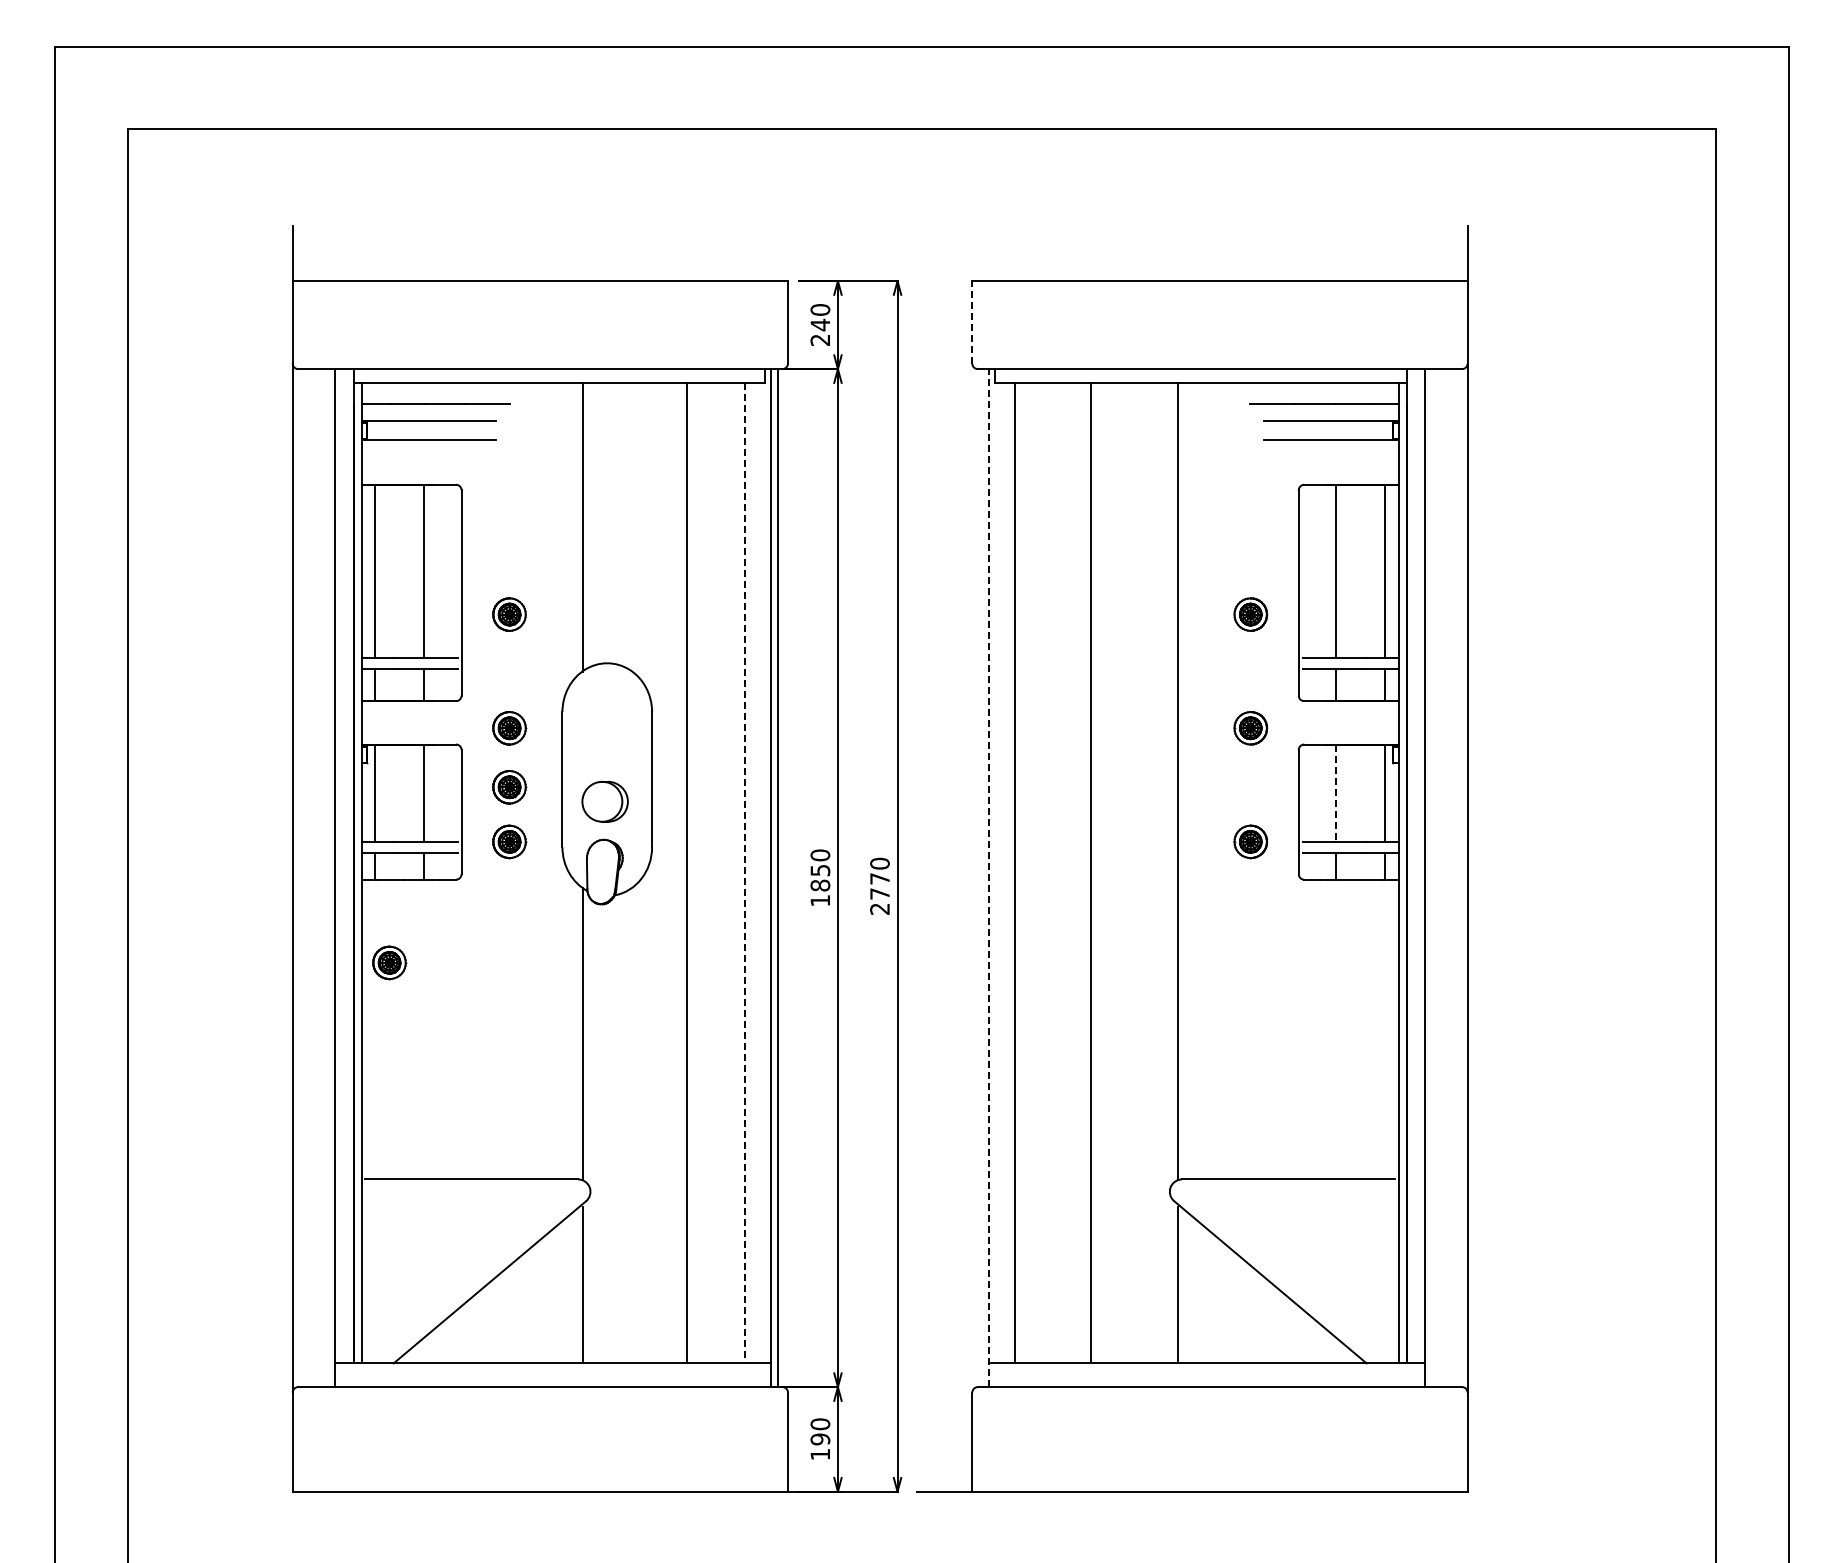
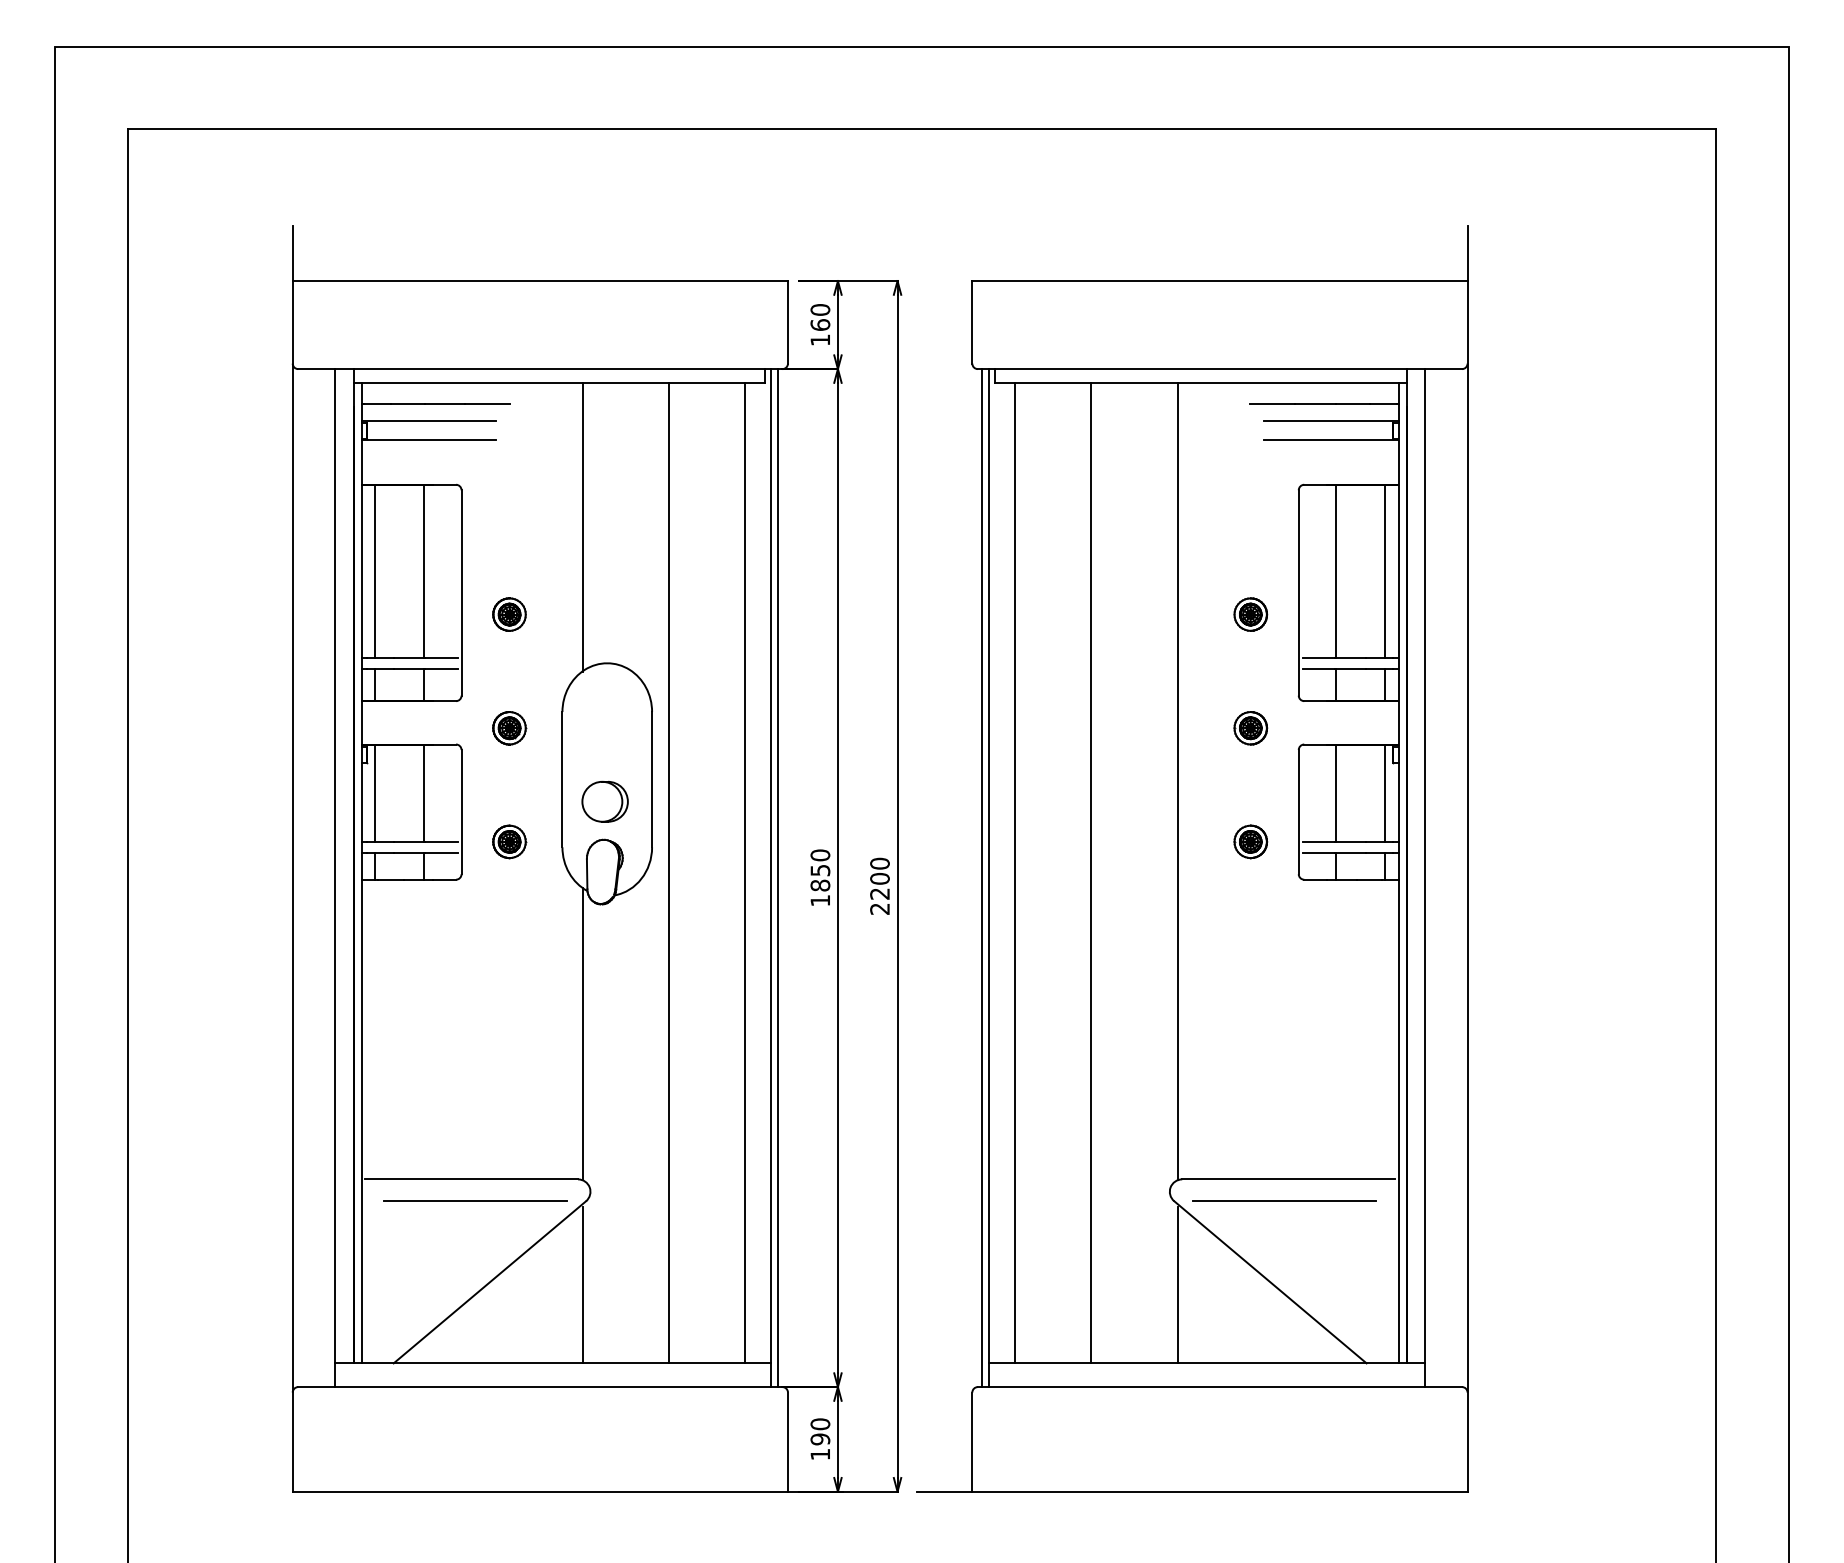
line at (972, 321): dashed -> solid
text at (820, 331): 240 -> 160
part at (509, 787): present -> none
line at (1336, 793): dashed -> solid
line at (687, 873) position: (687, 873) -> (669, 873)
line at (744, 873): dashed -> solid
line at (982, 878): none -> present
line at (989, 878): dashed -> solid
text at (879, 886): 2770 -> 2200
part at (389, 962): present -> none
line at (475, 1200): none -> present
line at (1284, 1200): none -> present
